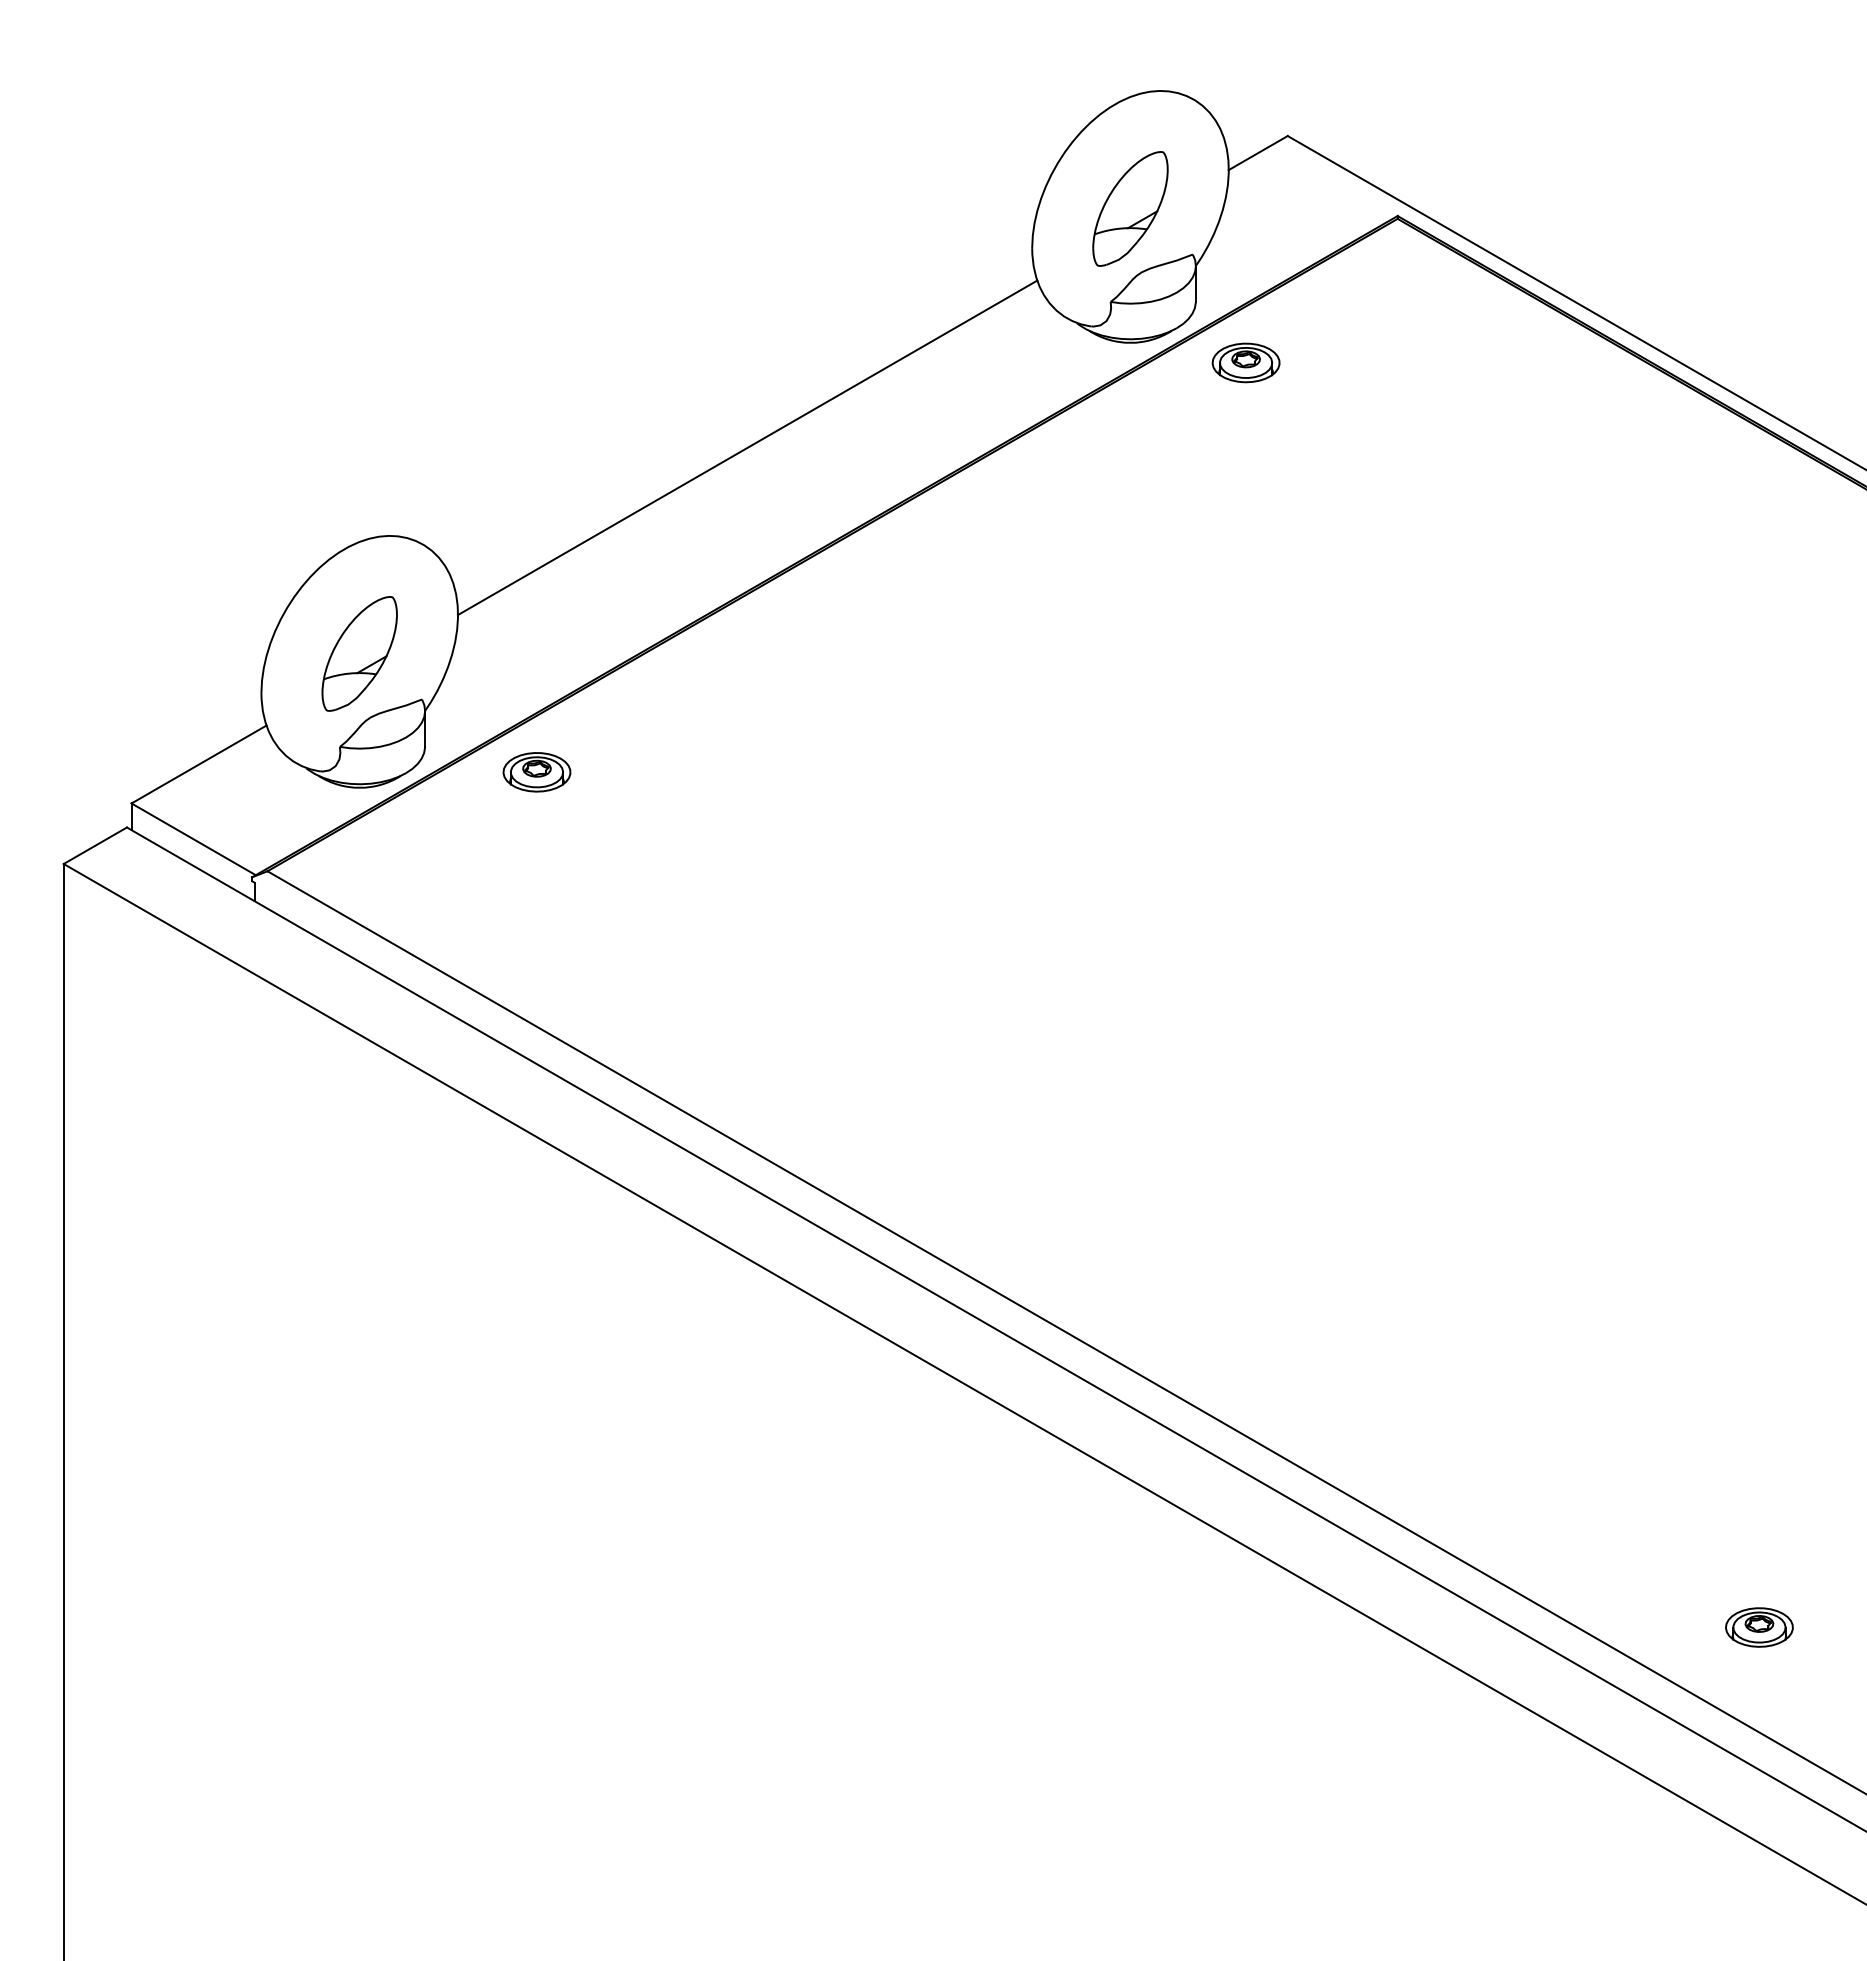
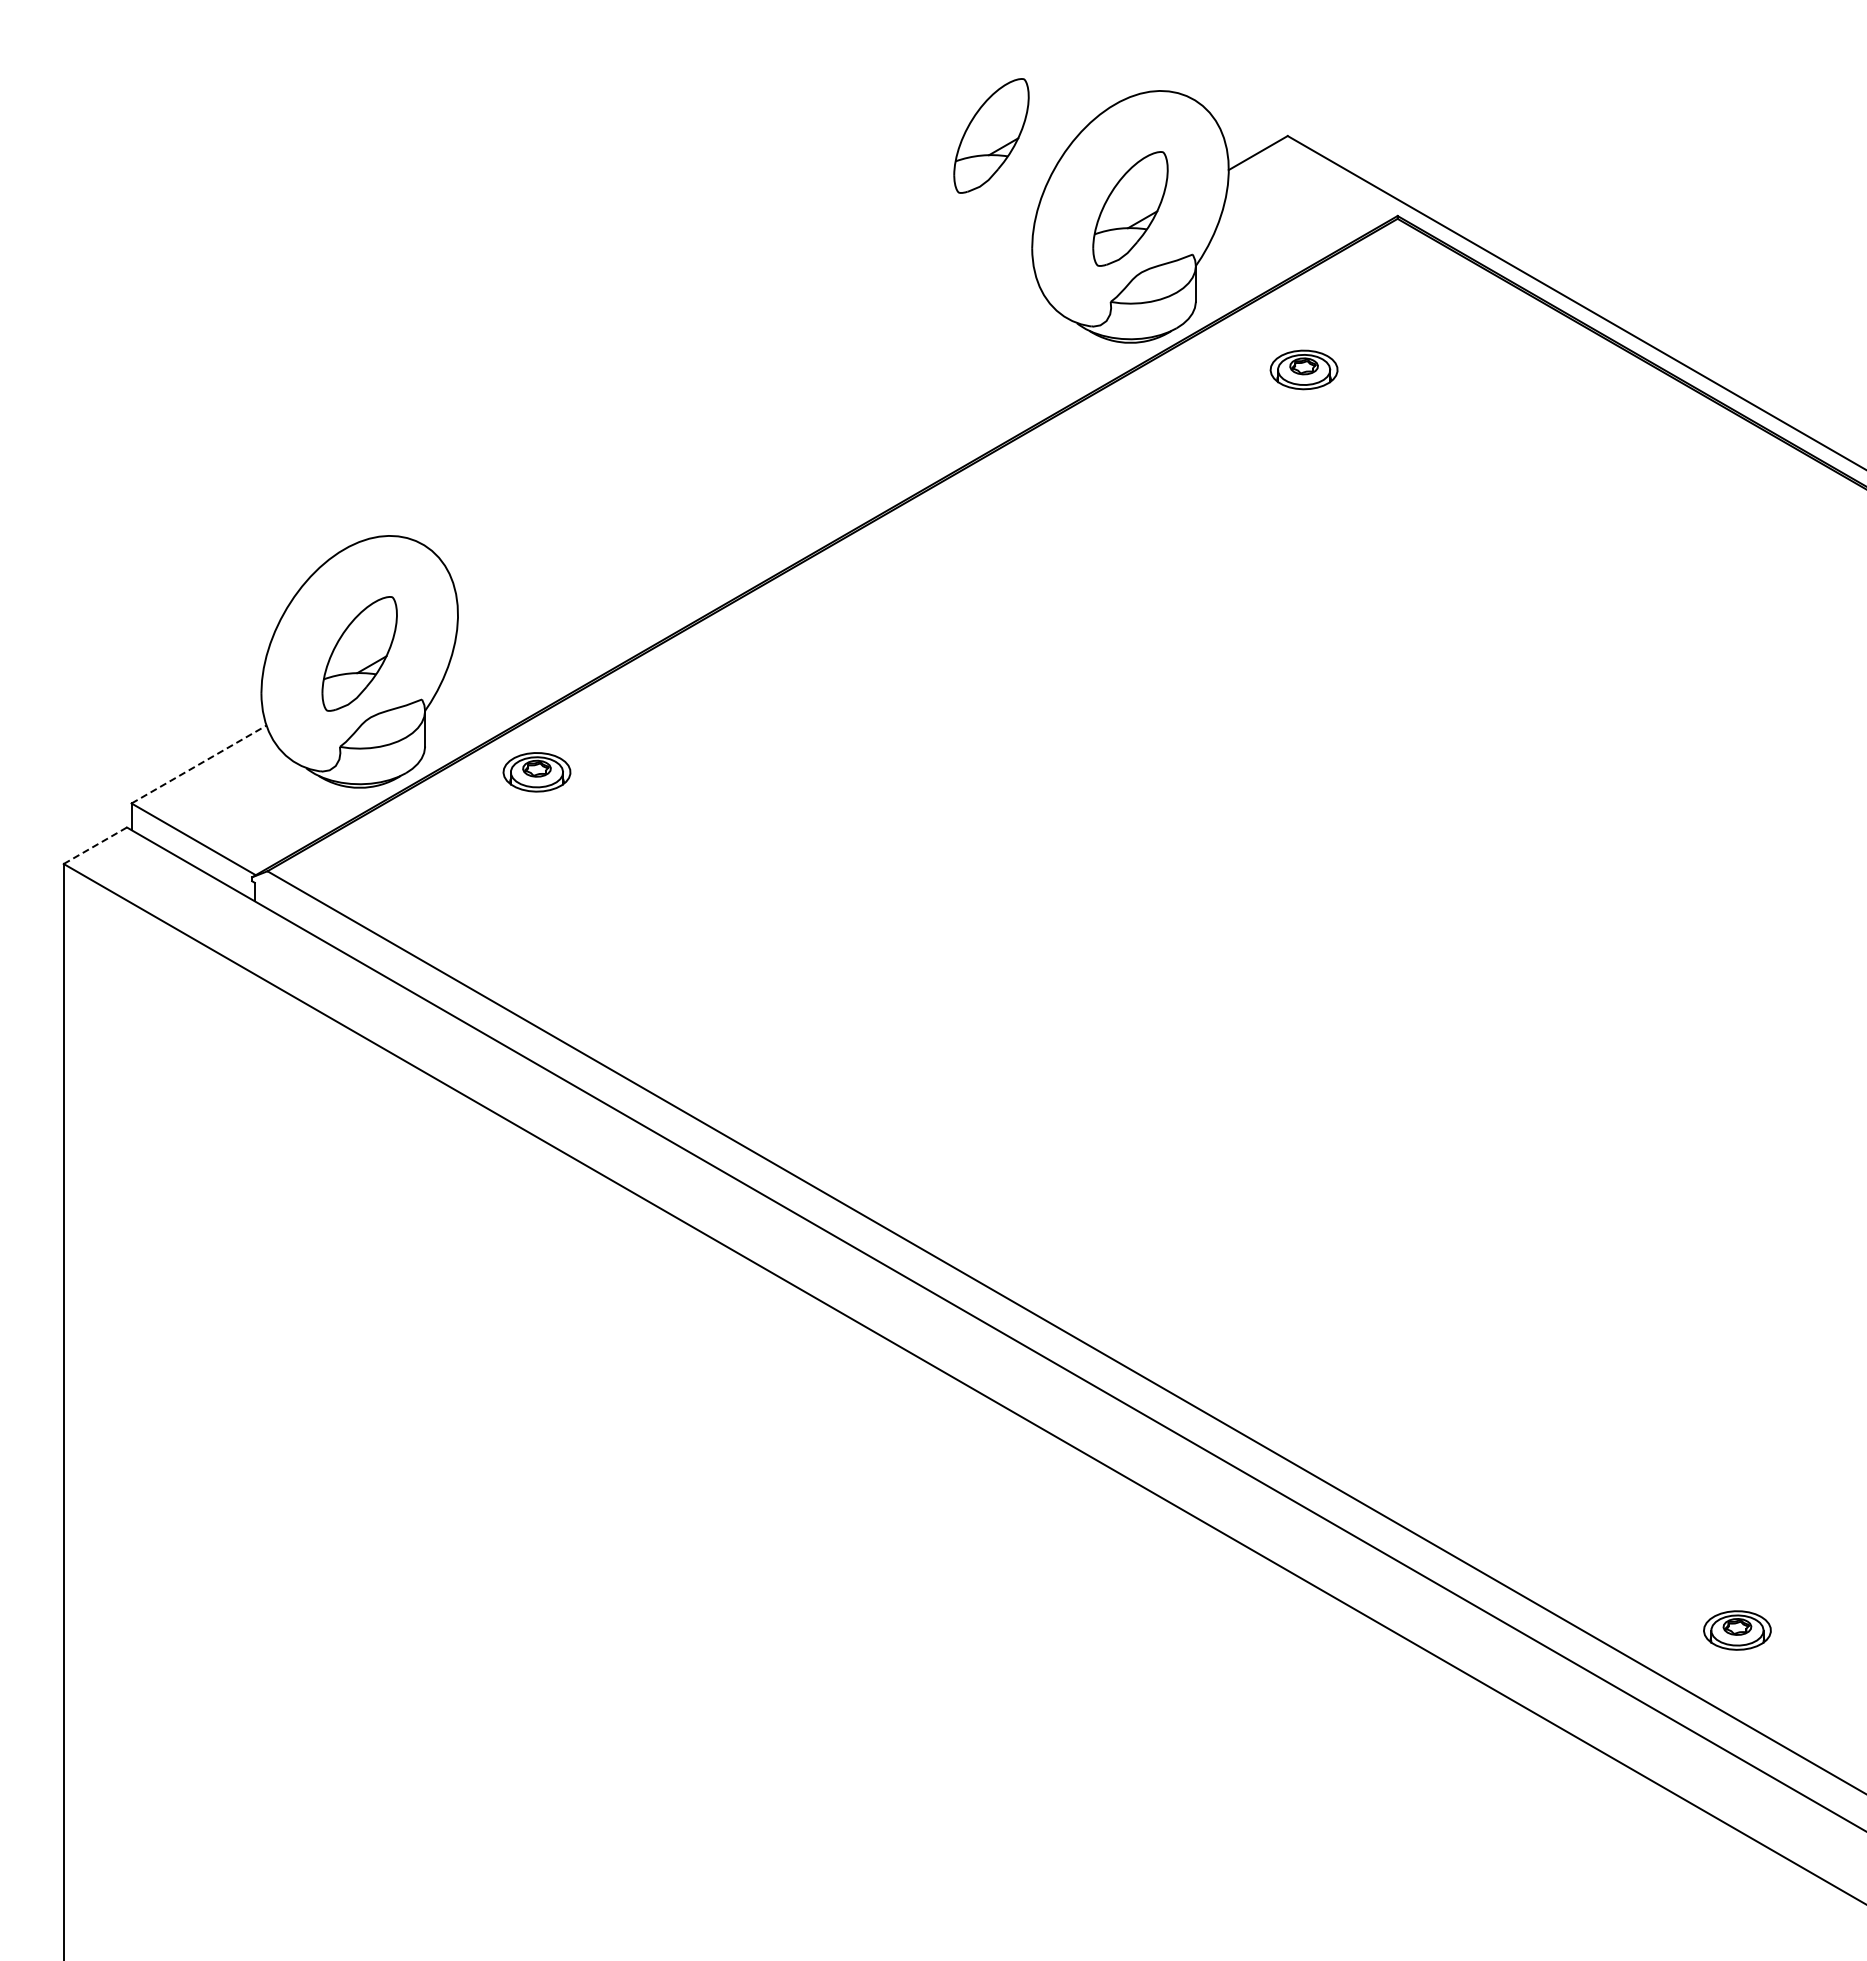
part at (991, 135): none -> present
part at (1245, 362) position: (1245, 362) -> (1303, 369)
line at (747, 447): present -> none
line at (199, 764): solid -> dashed
line at (94, 845): solid -> dashed
part at (1759, 1627) position: (1759, 1627) -> (1737, 1630)
